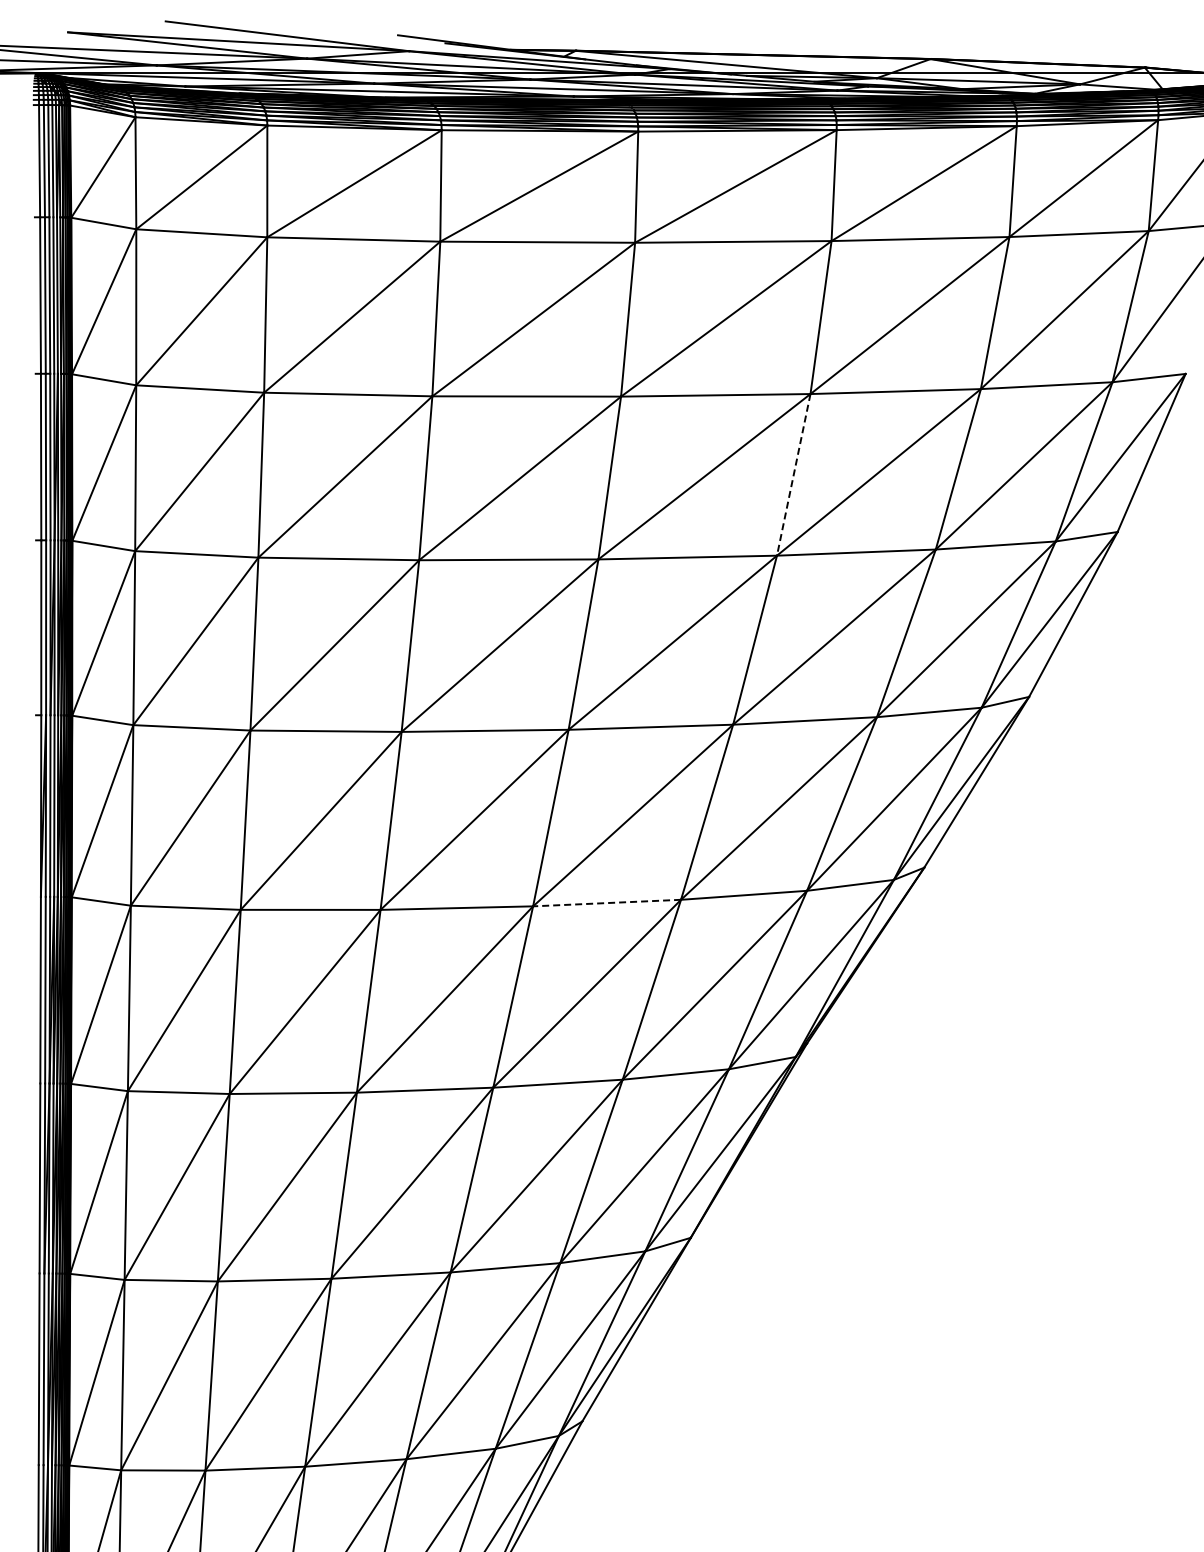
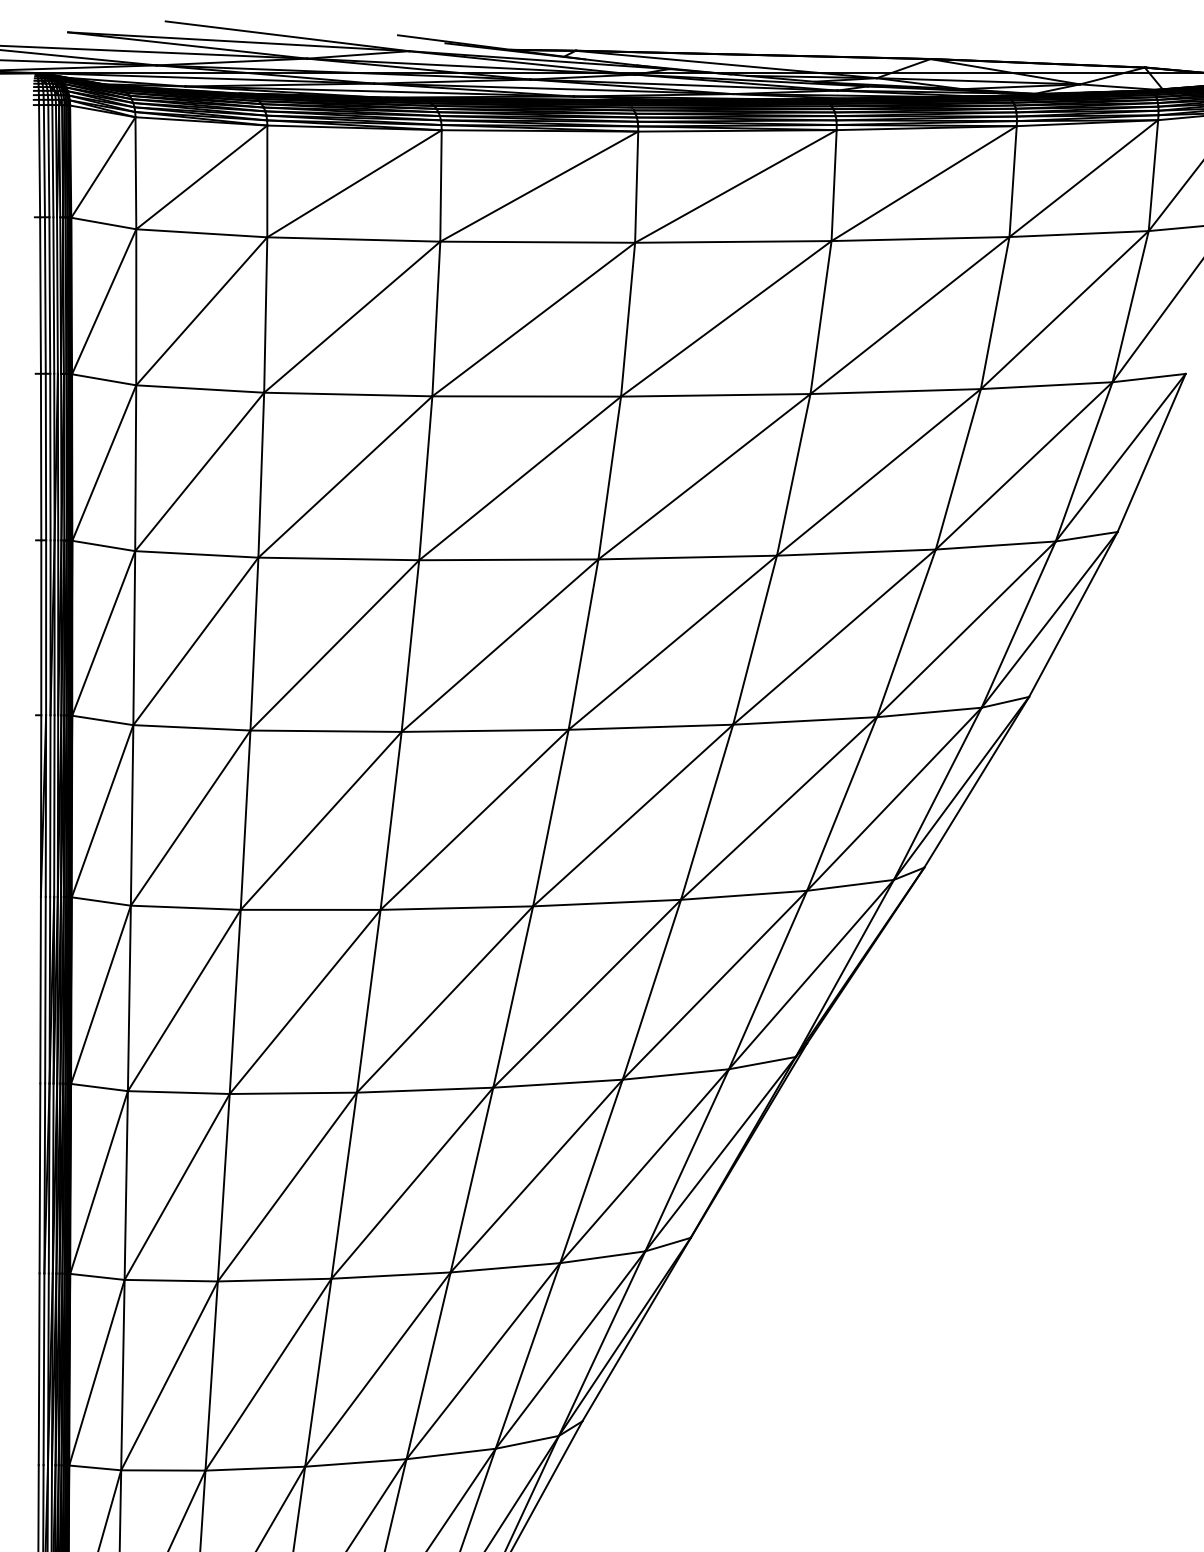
line at (793, 474): dashed -> solid
line at (606, 903): dashed -> solid
